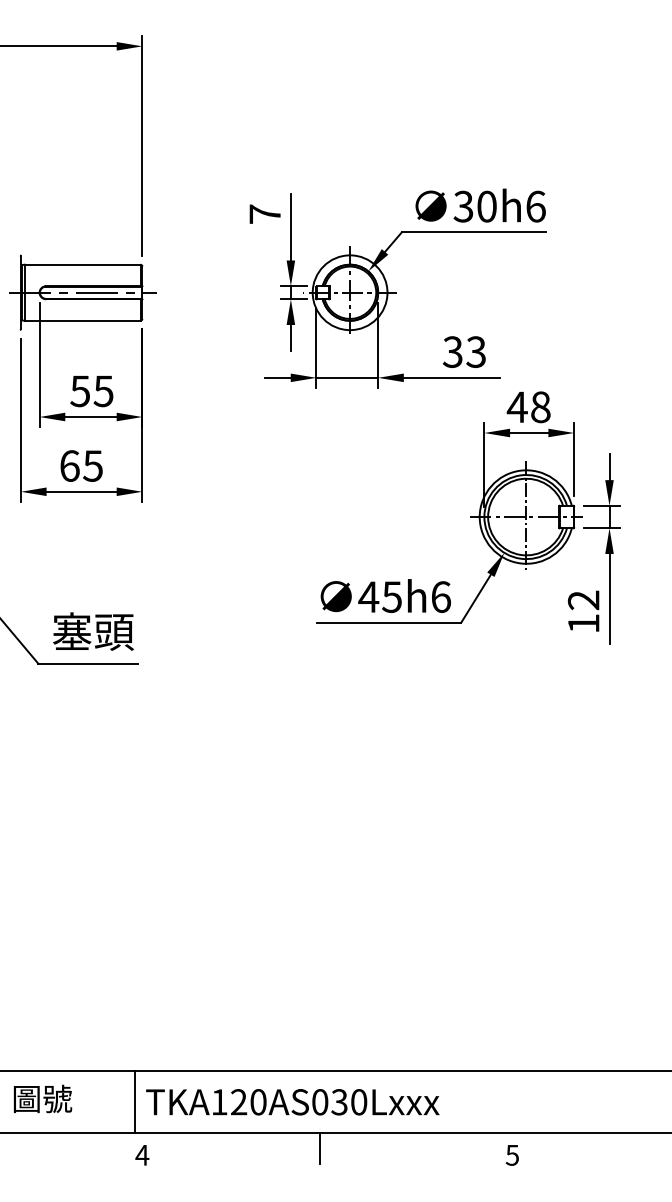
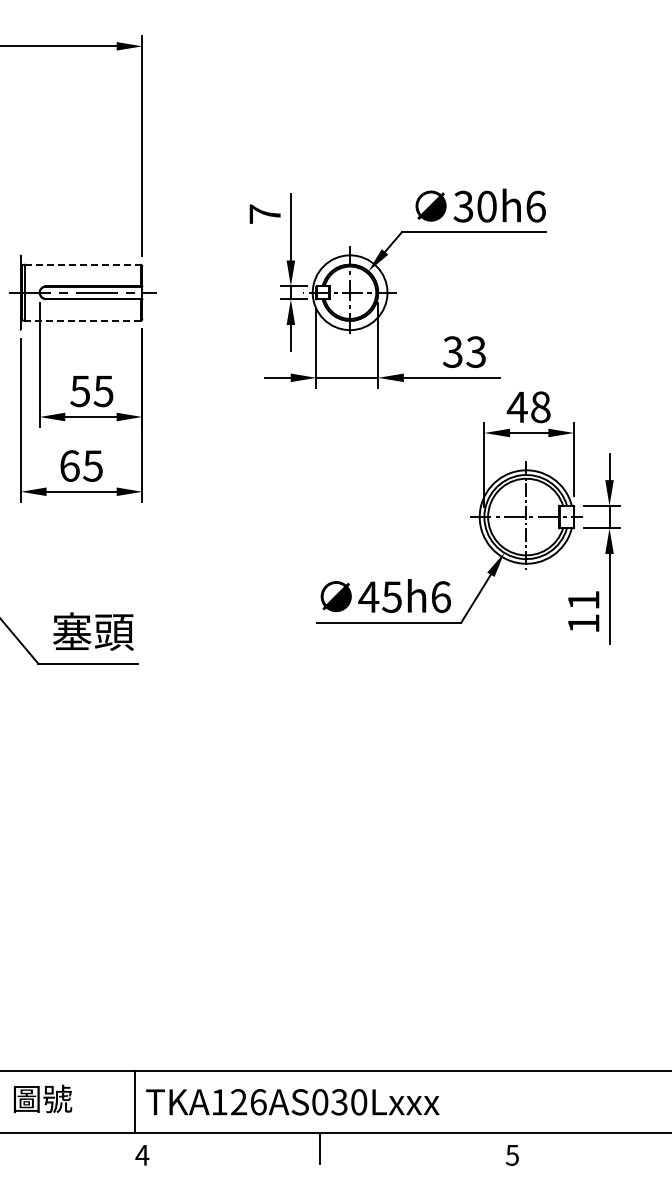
line at (82, 264): solid -> dashed
line at (82, 320): solid -> dashed
text at (583, 600): 12 -> 11
text at (258, 1102): TKA120AS030Lxxx -> TKA126AS030Lxxx
